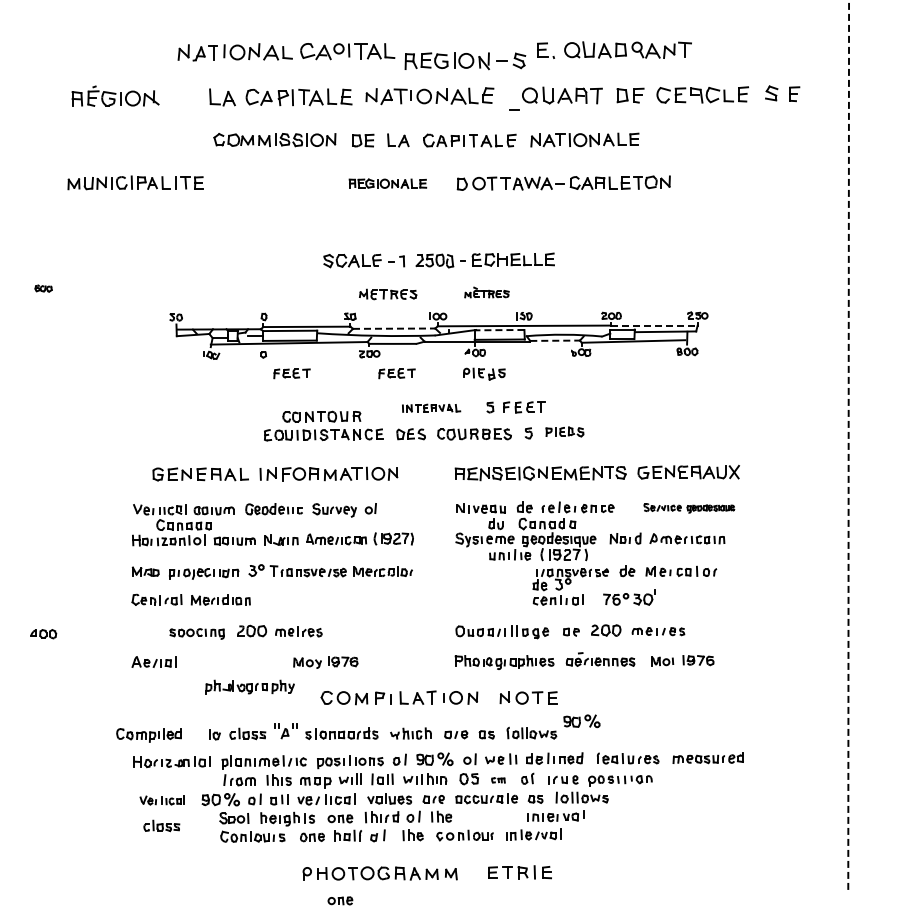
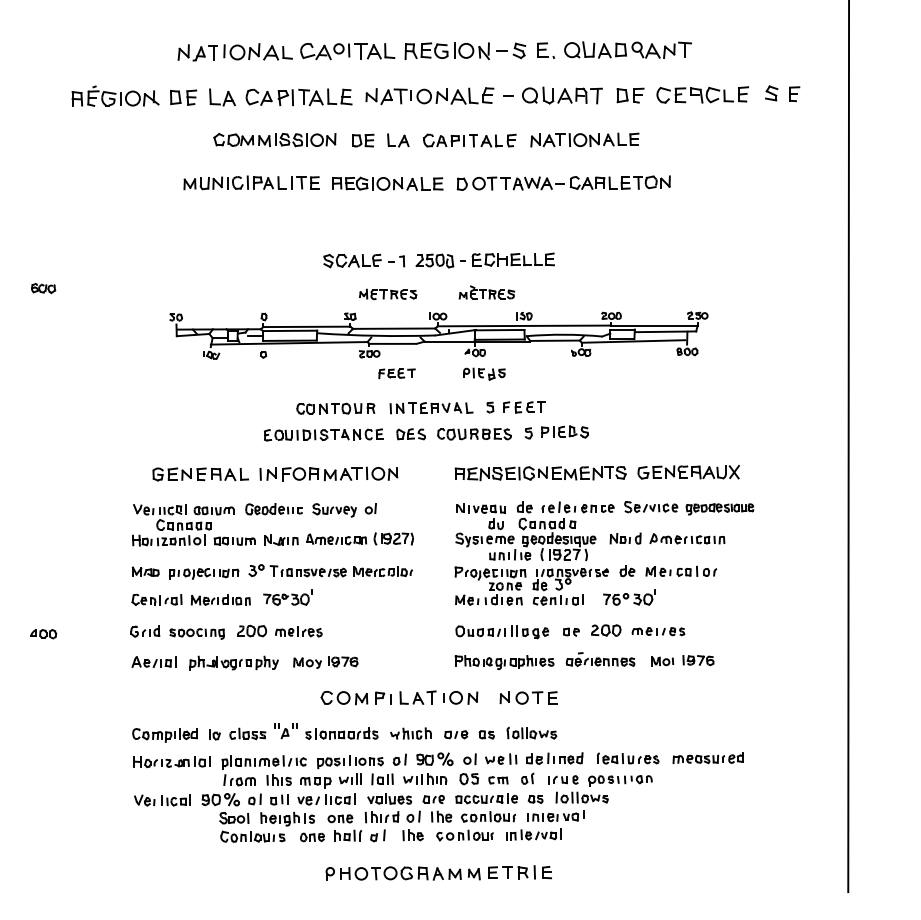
part at (465, 61) position: (465, 61) -> (465, 51)
part at (183, 97): none -> present
line at (514, 109) position: (514, 109) -> (508, 95)
part at (135, 182) position: (135, 182) -> (251, 182)
part at (387, 183) size: 80x11 px -> 112x15 px
part at (43, 288) size: 19x9 px -> 26x12 px
part at (486, 292) size: 46x13 px -> 58x15 px
line at (654, 325): dashed -> solid
line at (394, 328): dashed -> solid
line at (499, 330): dashed -> solid
line at (555, 340): dashed -> solid
part at (291, 373): present -> none
part at (431, 407) size: 60x10 px -> 85x13 px
part at (321, 416) position: (321, 416) -> (335, 408)
part at (564, 431) size: 40x12 px -> 48x14 px
line at (848, 446): dashed -> solid
part at (689, 508) size: 93x11 px -> 131x15 px
part at (490, 585): none -> present
part at (287, 597): none -> present
part at (145, 631): none -> present
part at (249, 686) position: (249, 686) -> (233, 662)
part at (581, 721): present -> none
part at (148, 735) position: (148, 735) -> (164, 735)
part at (498, 780) size: 15x7 px -> 21x9 px
part at (161, 800) size: 46x11 px -> 57x13 px
part at (487, 816): none -> present
part at (161, 825): present -> none
part at (379, 873) position: (379, 873) -> (402, 873)
part at (340, 900): present -> none
